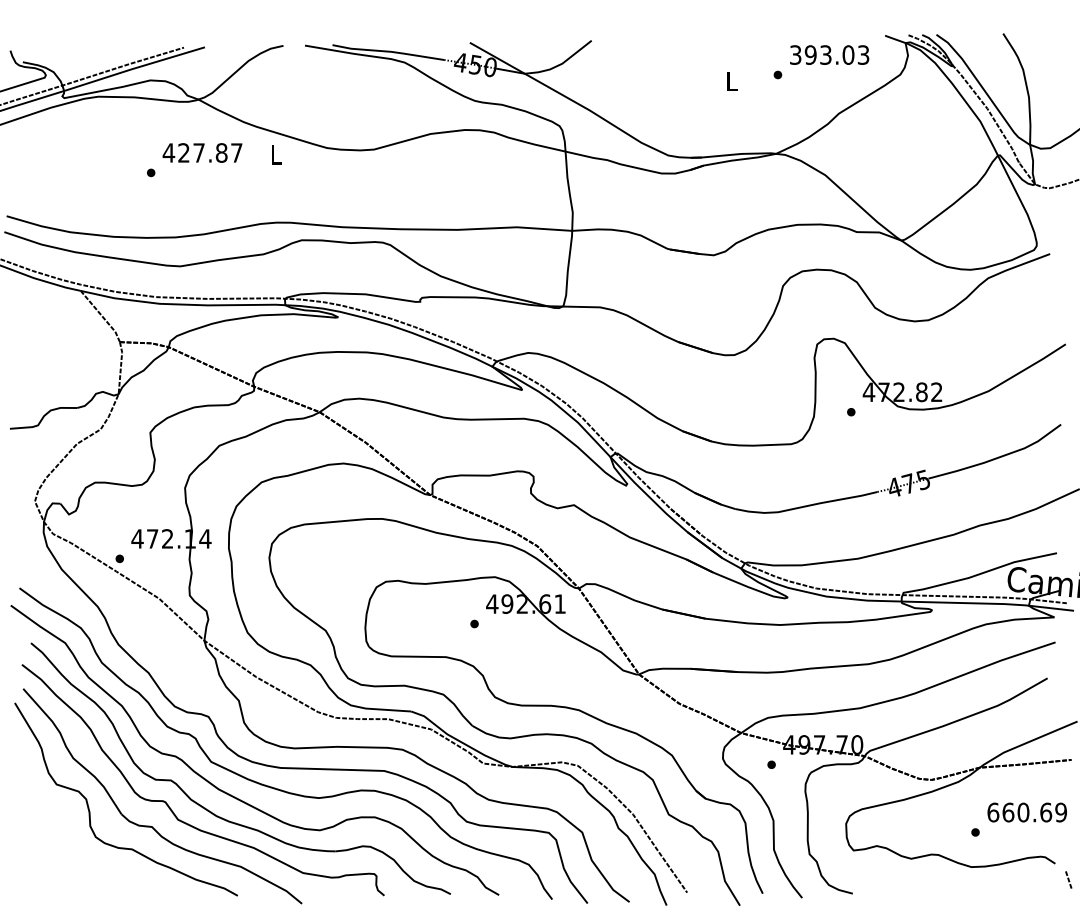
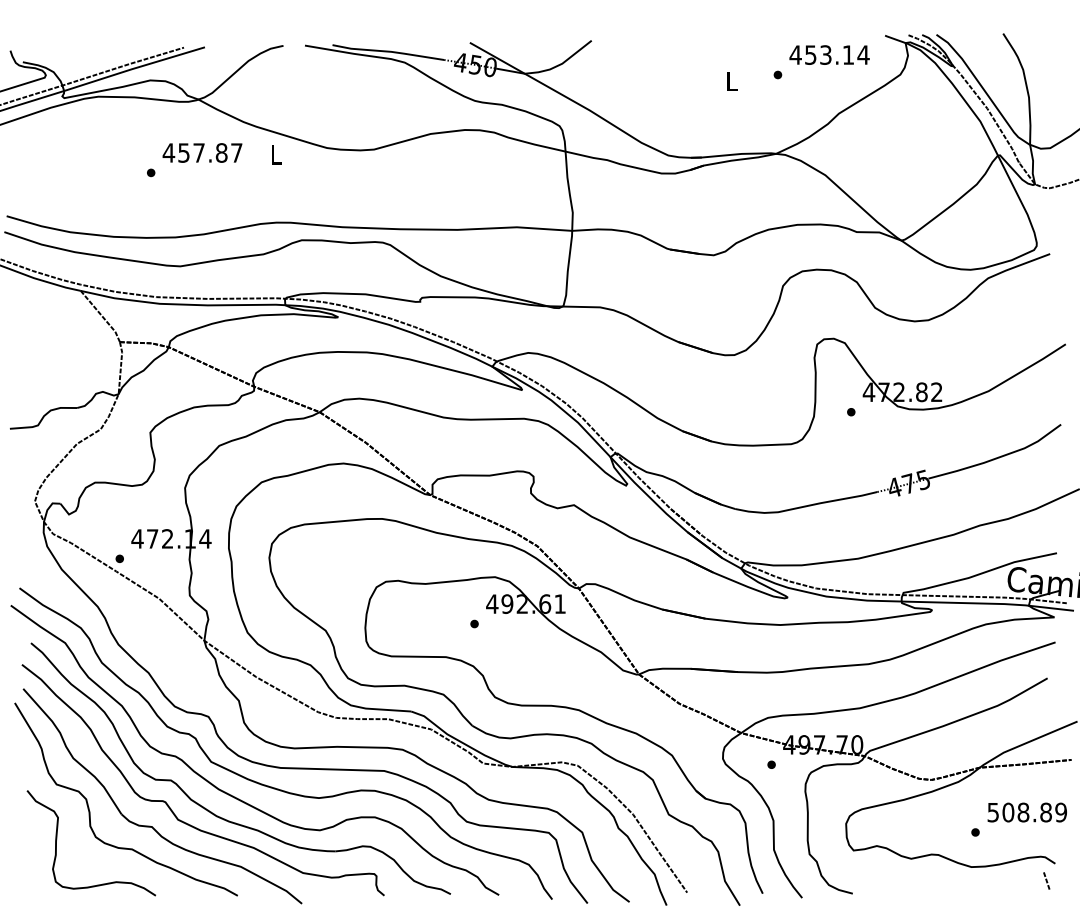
text at (829, 54): 393.03 -> 453.14
text at (183, 152): 427.87 -> 457.87
text at (1019, 812): 660.69 -> 508.89
curve at (57, 839): none -> present
line at (1068, 879) position: (1068, 879) -> (1046, 880)
